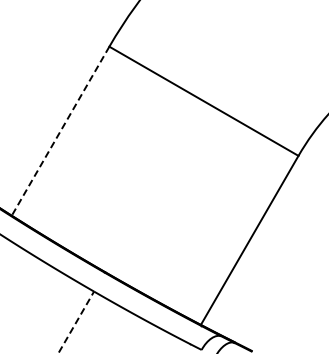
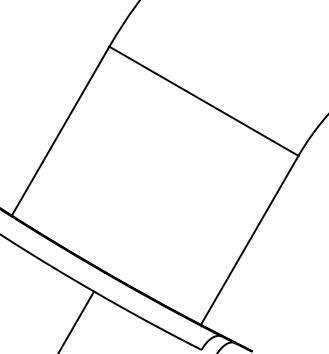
line at (60, 131): dashed -> solid
line at (76, 322): dashed -> solid
